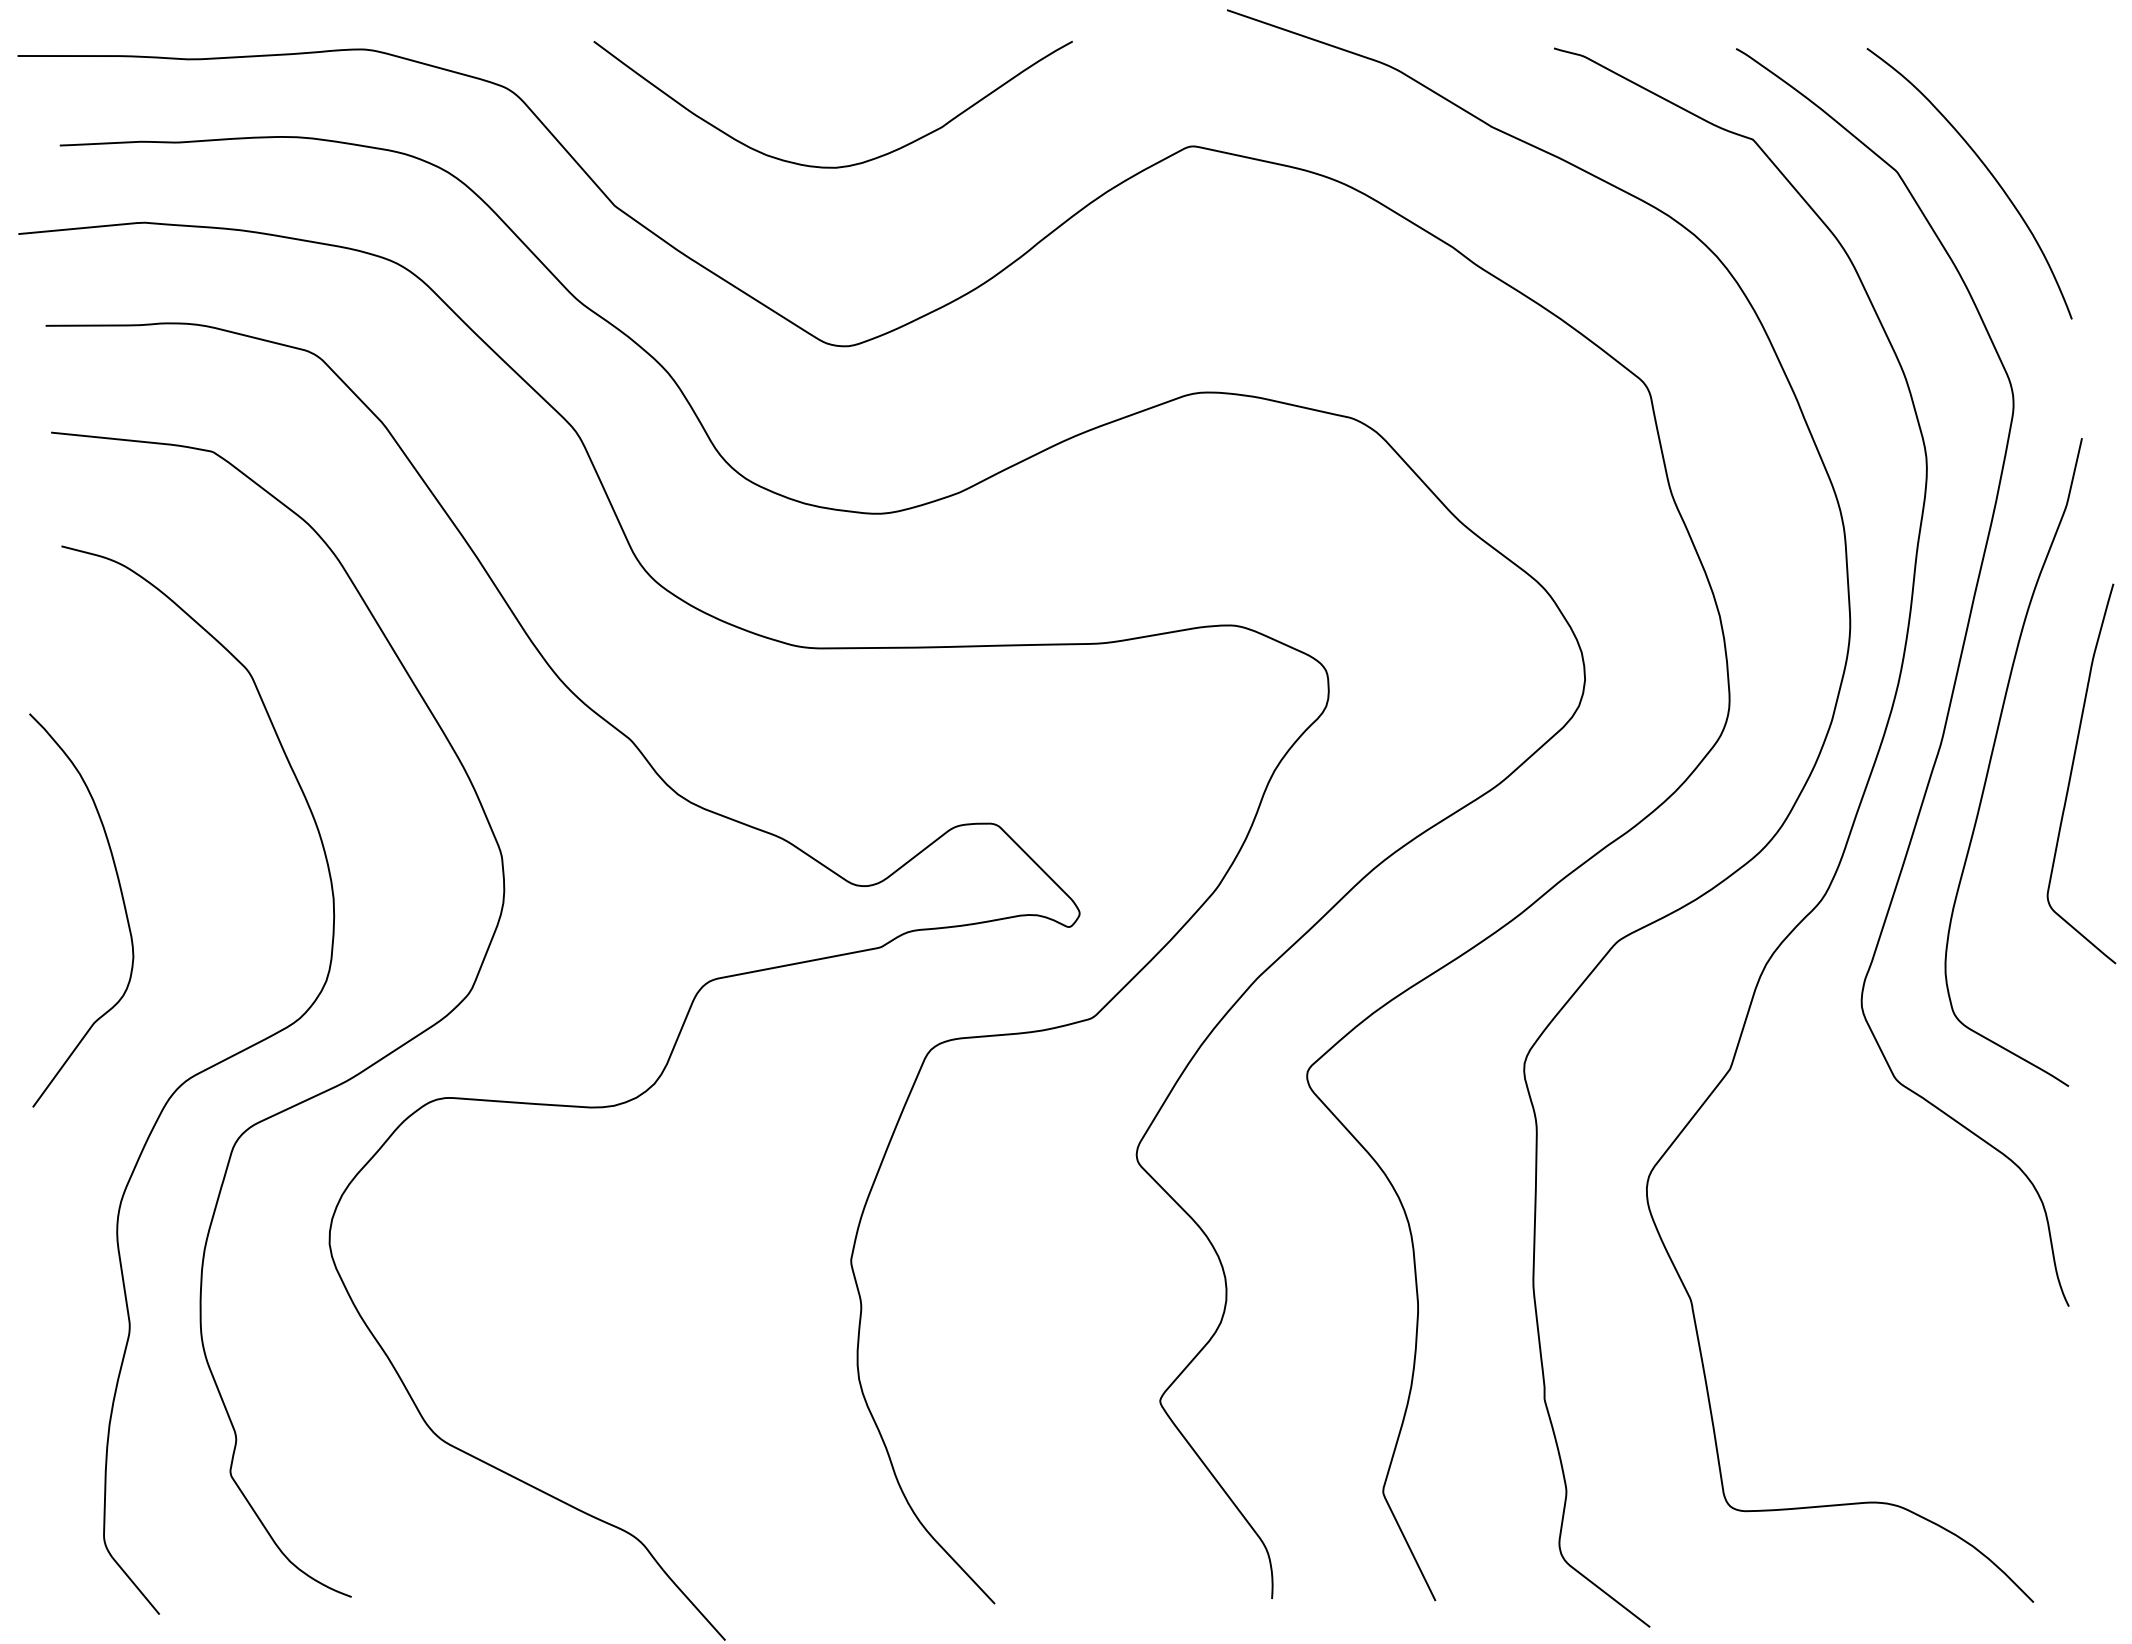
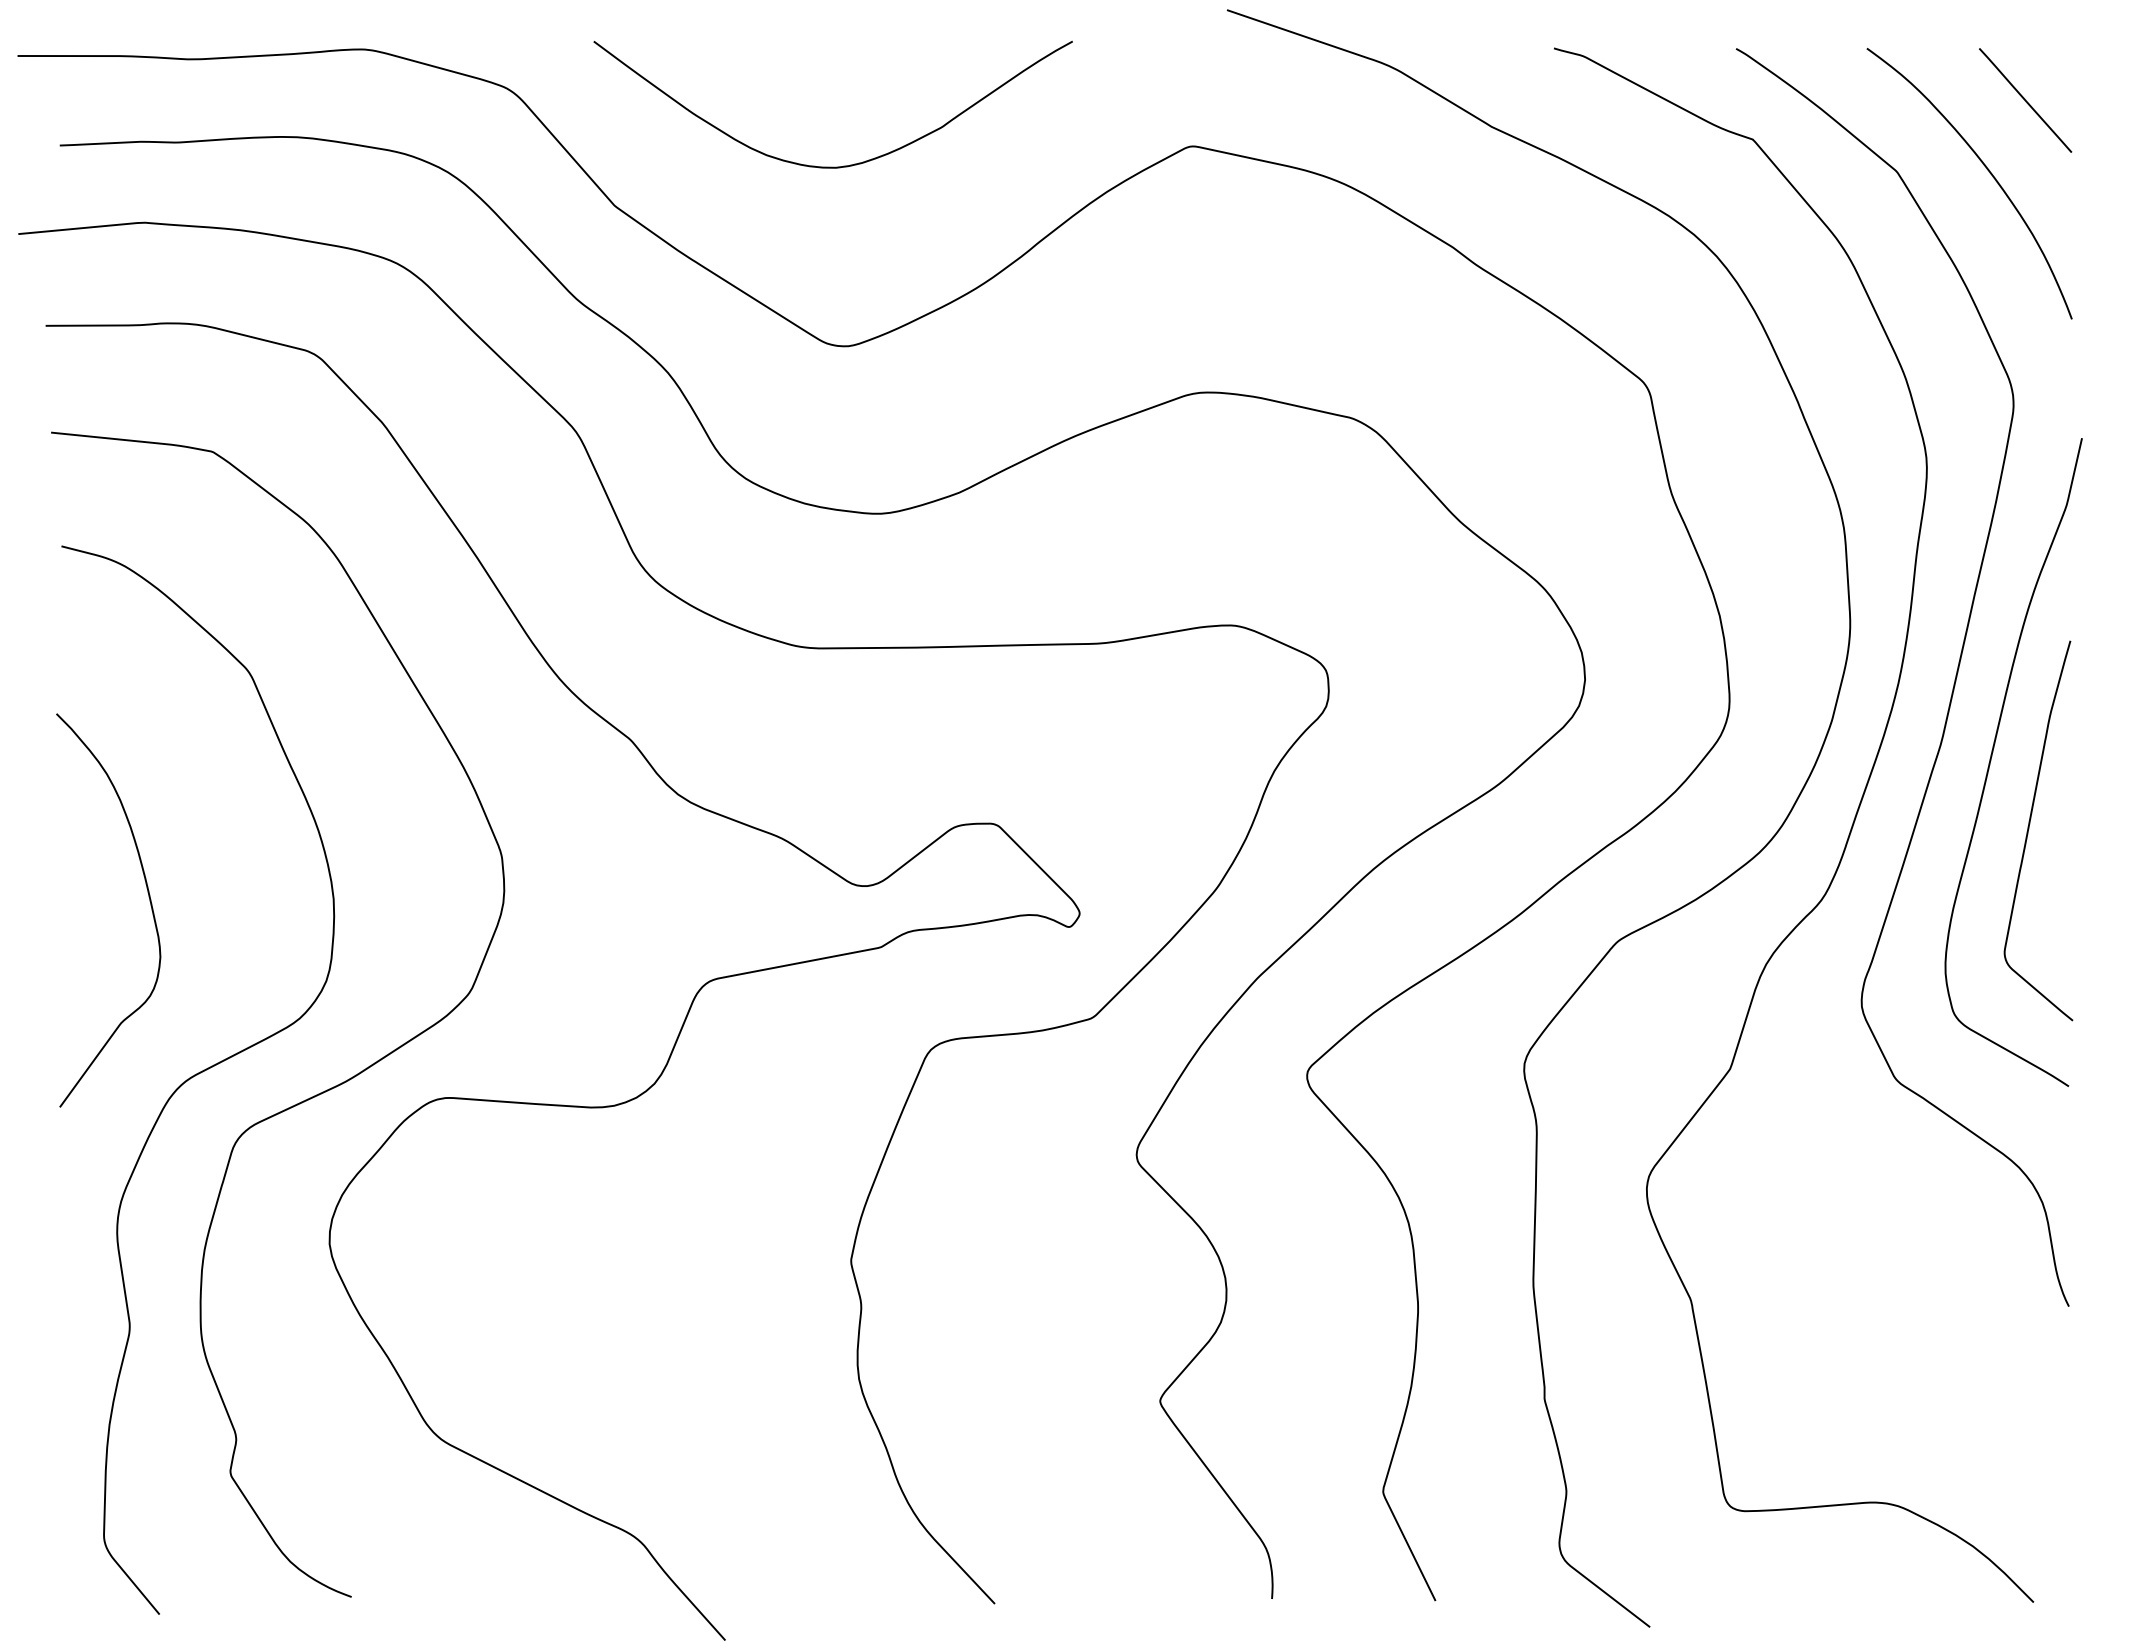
line at (2025, 100): none -> present
curve at (2072, 772) position: (2072, 772) -> (2029, 829)
curve at (122, 901) position: (122, 901) -> (149, 901)
